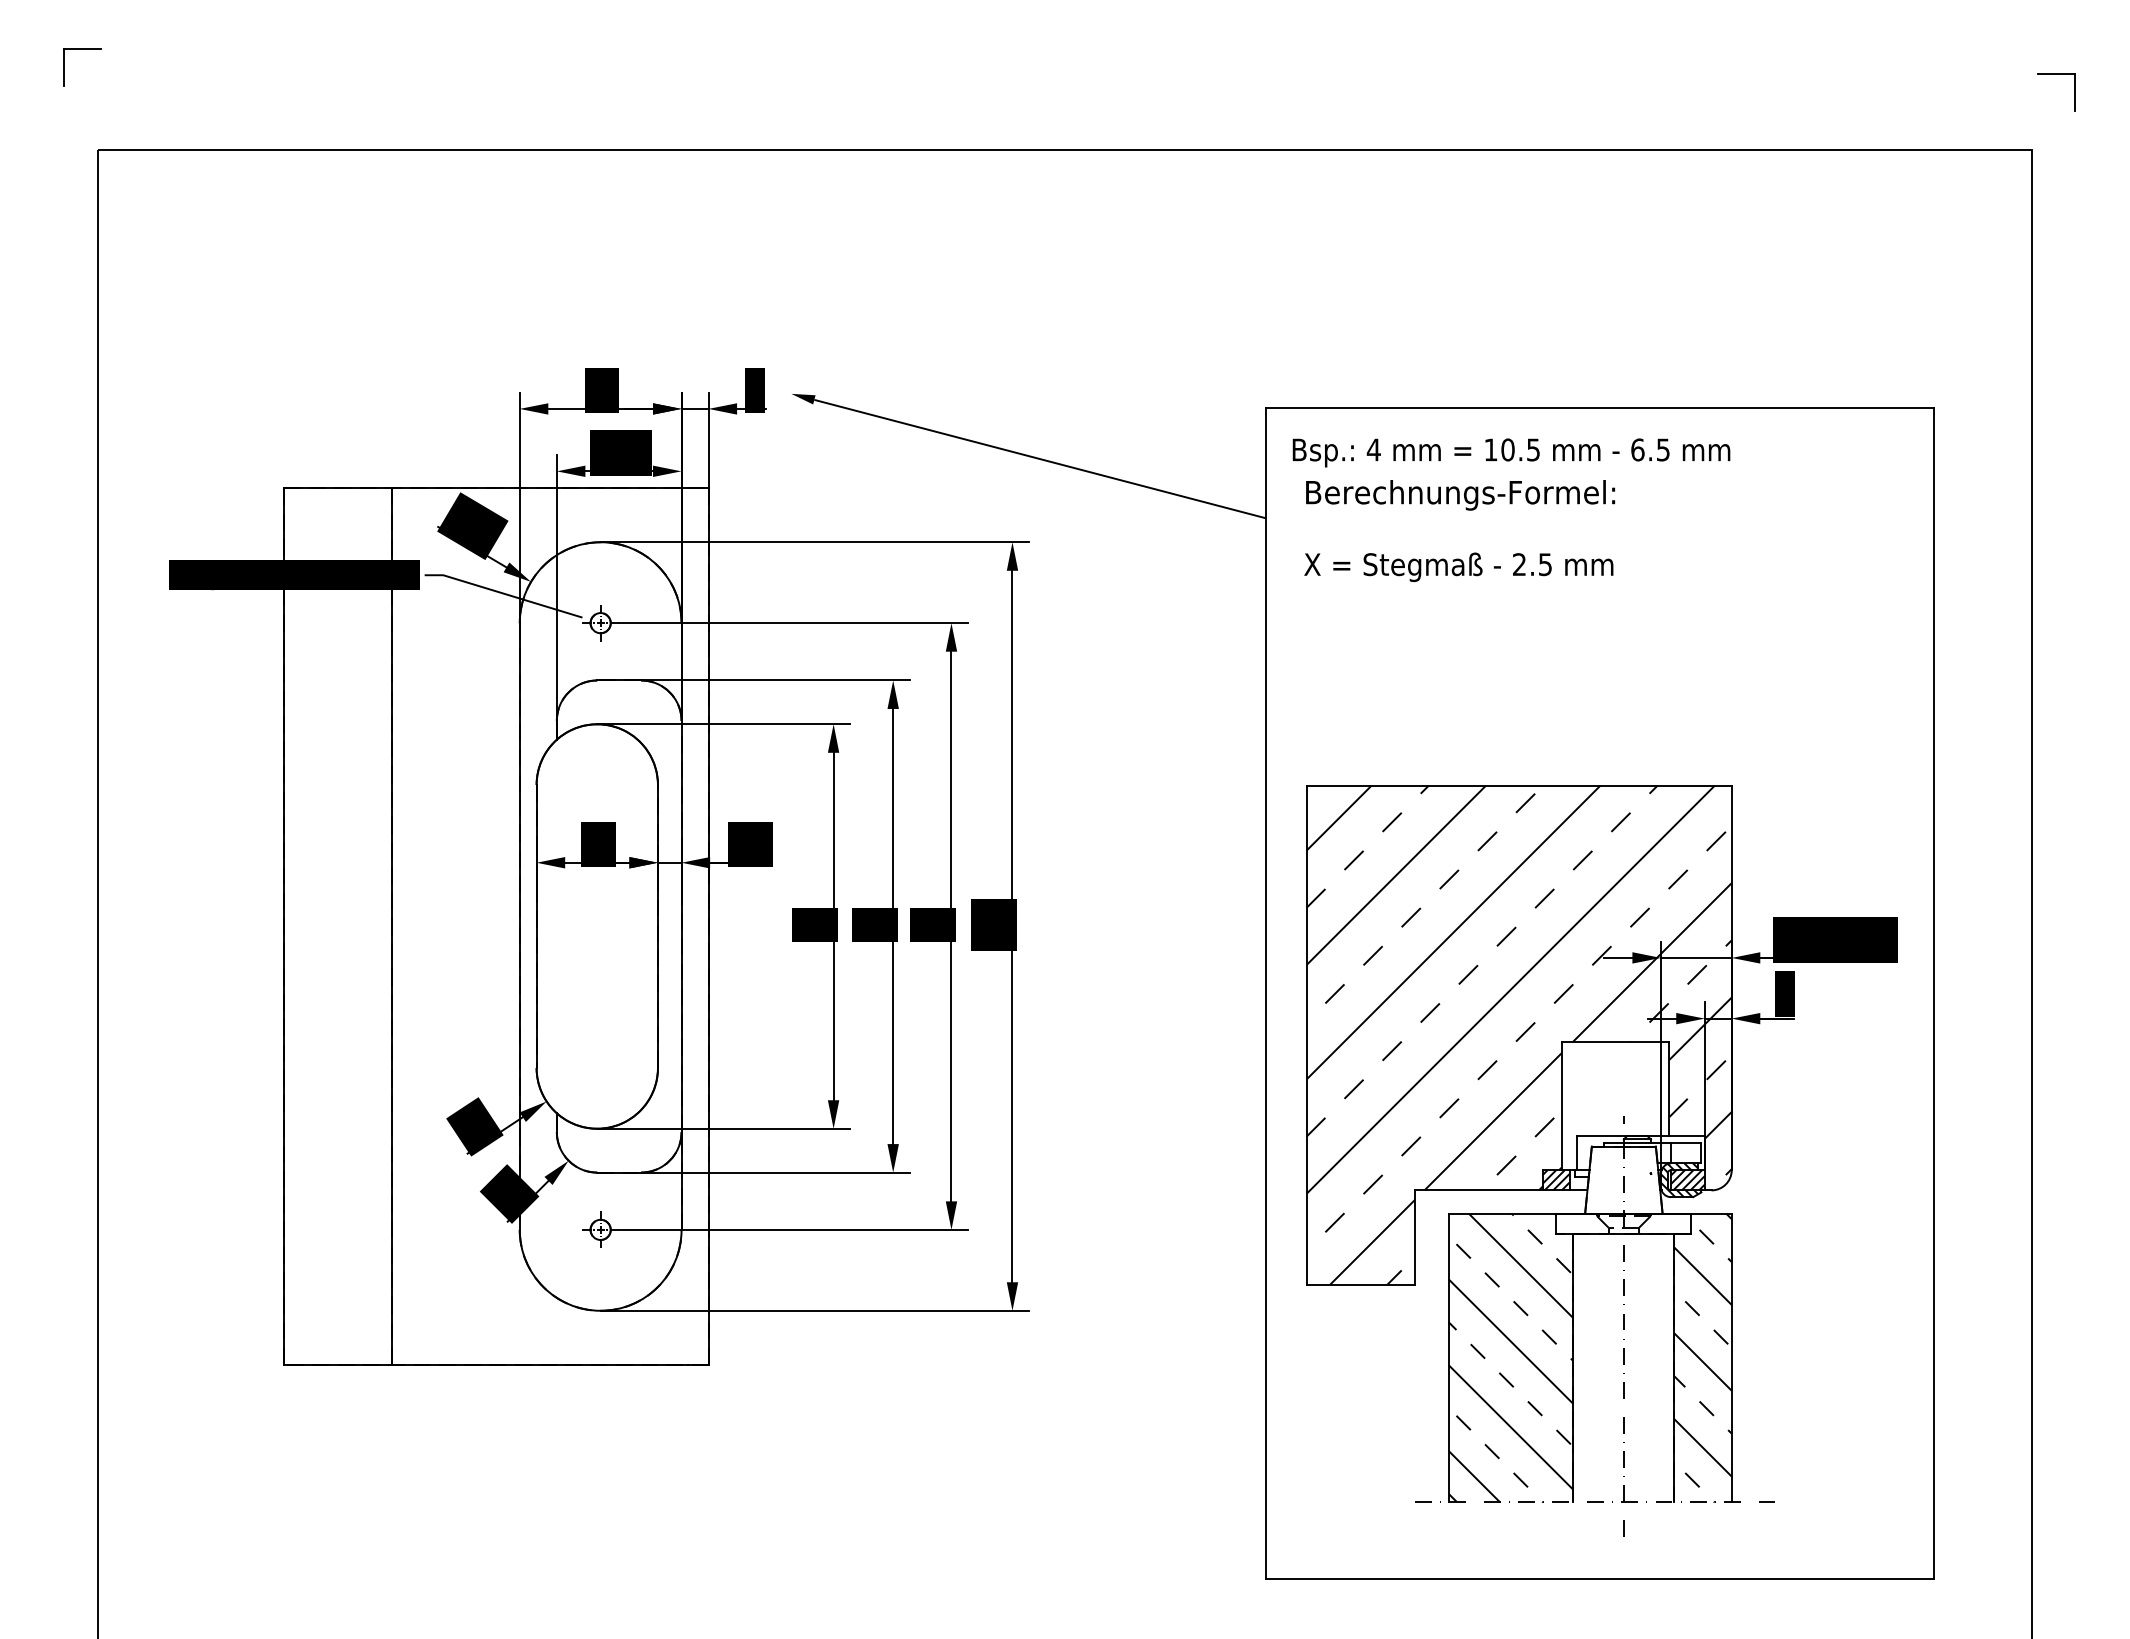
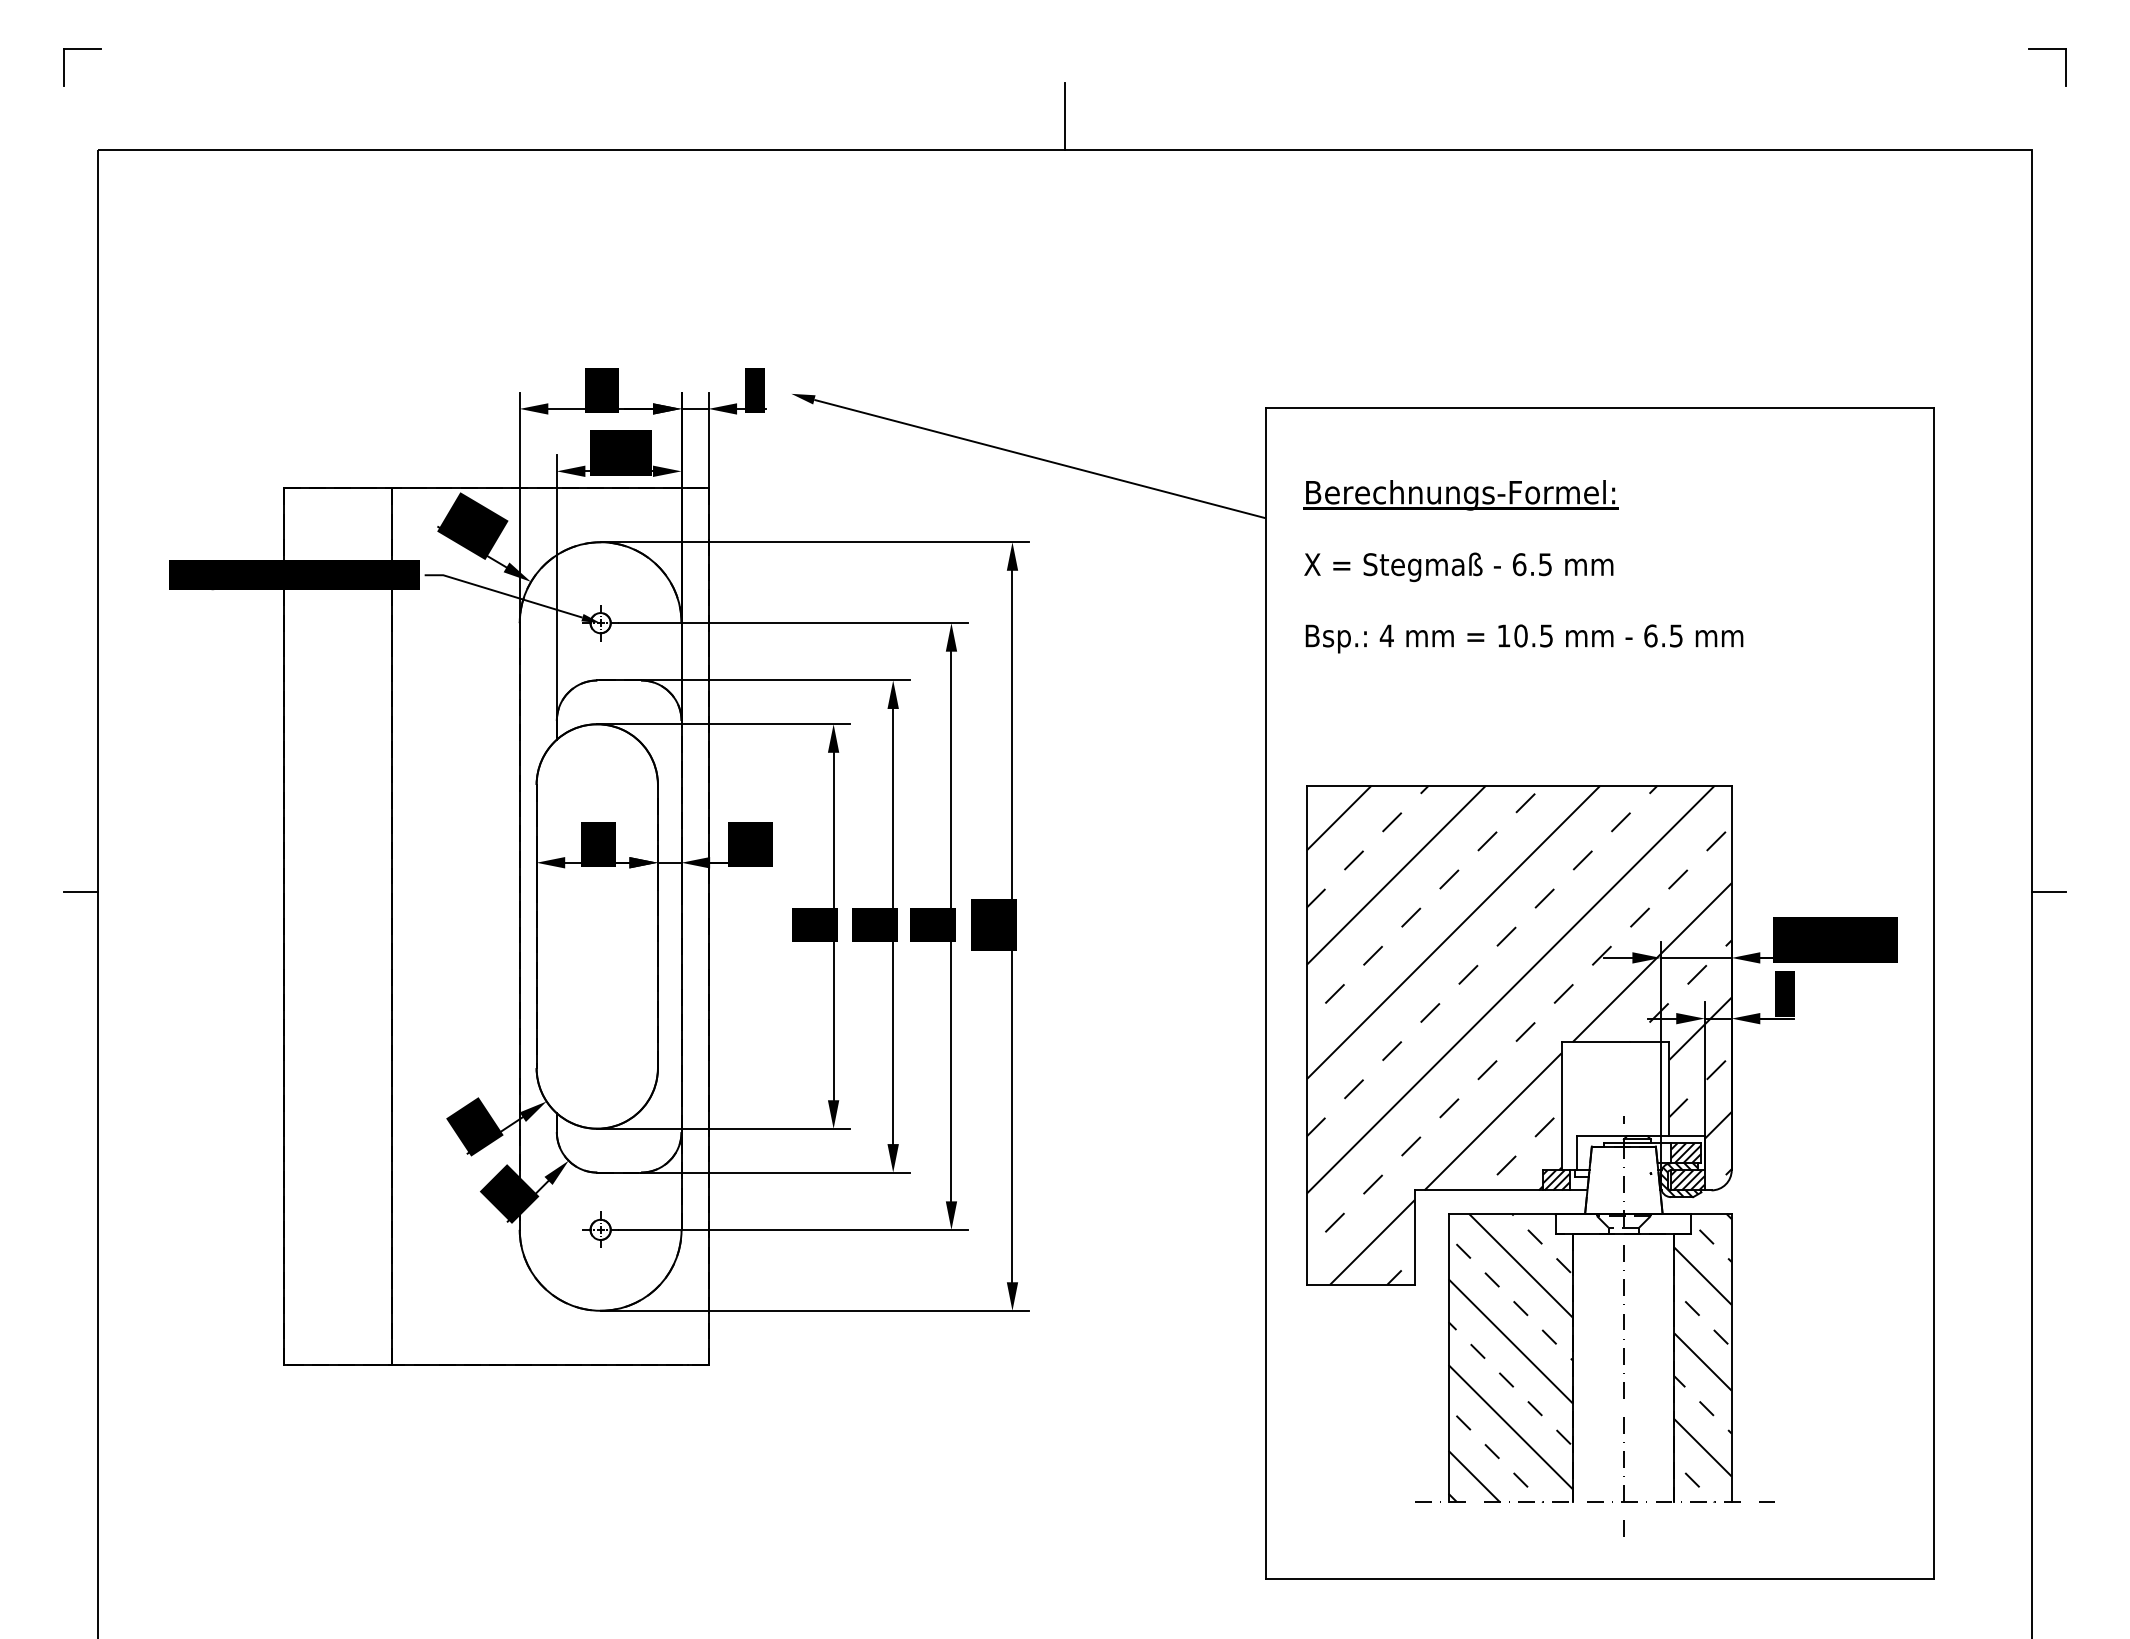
part at (2056, 74) position: (2056, 74) -> (2047, 49)
line at (1064, 116): none -> present
text at (1511, 452) position: (1511, 452) -> (1524, 638)
fill at (1460, 507): none -> present
text at (1519, 564): 2.5 -> 6.5
fill at (590, 618): none -> present
line at (80, 892): none -> present
line at (2049, 892): none -> present
hatch at (1686, 1153): none -> present
